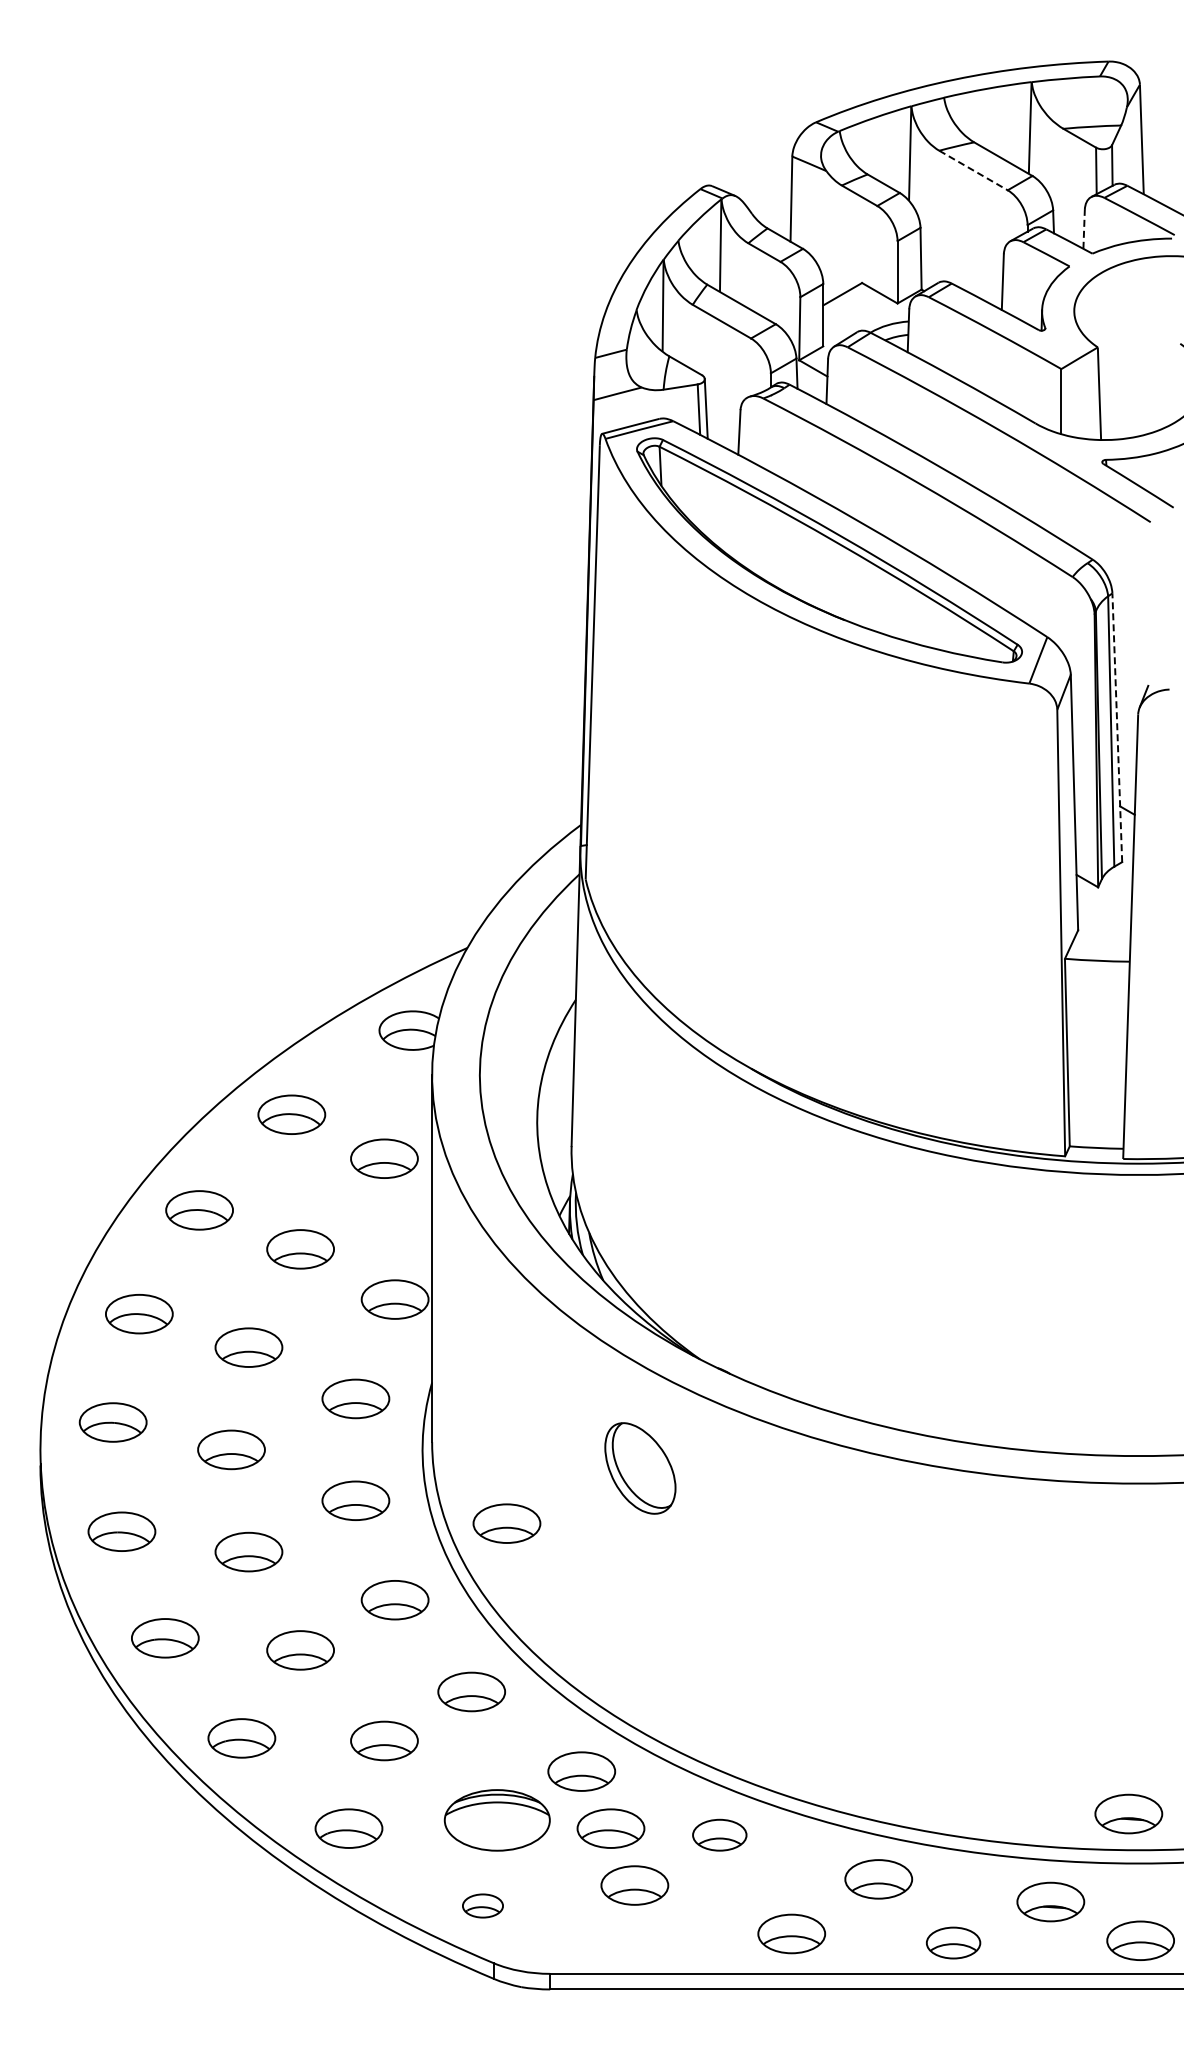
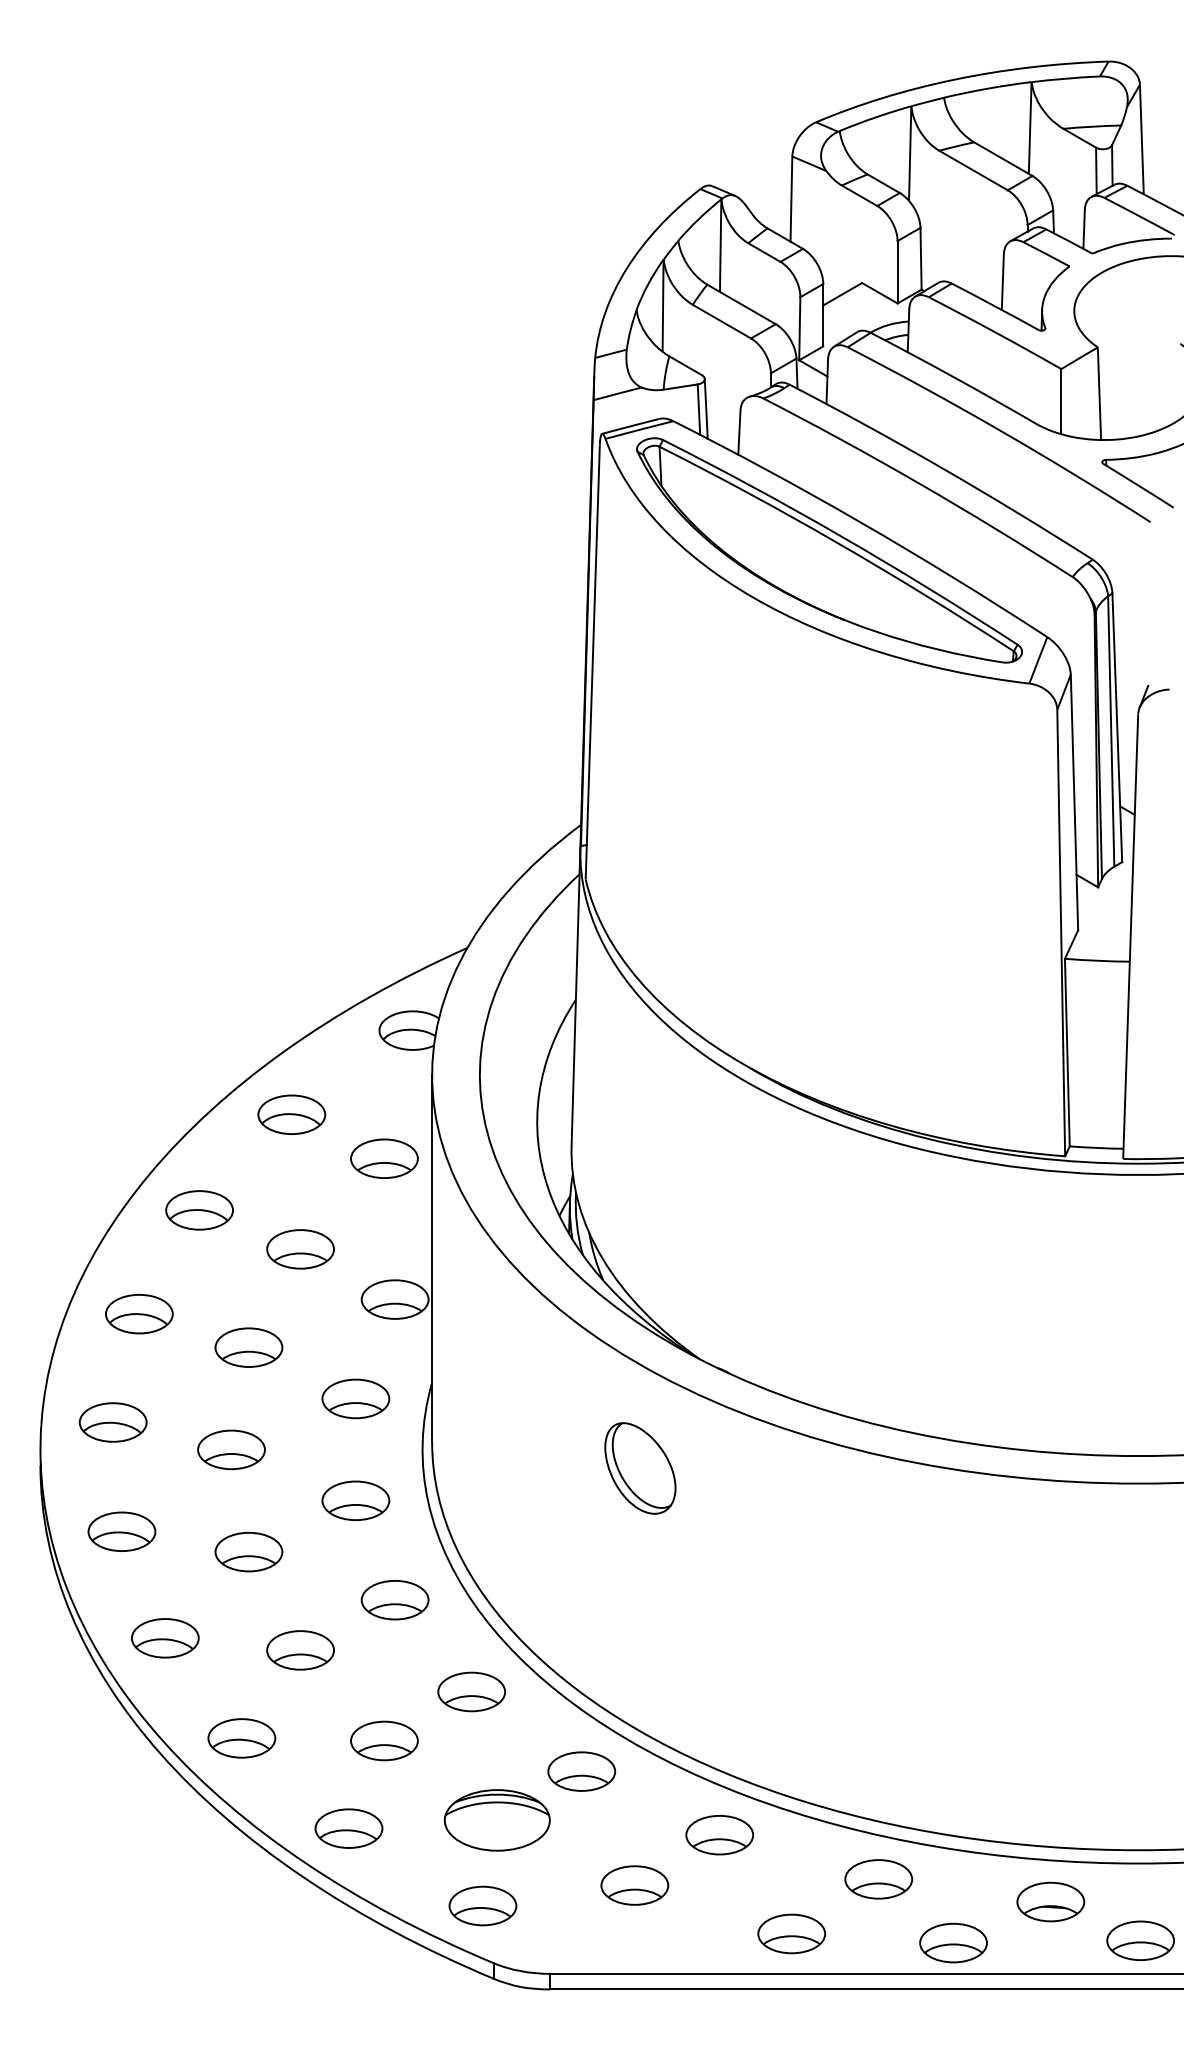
line at (973, 170): dashed -> solid
line at (1084, 228): dashed -> solid
line at (1117, 727): dashed -> solid
part at (506, 1523): present -> none
part at (1128, 1813): present -> none
part at (610, 1828): present -> none
part at (719, 1834) size: 56x34 px -> 70x41 px
part at (482, 1905) size: 42x26 px -> 70x42 px
part at (953, 1942) size: 56x34 px -> 69x42 px
